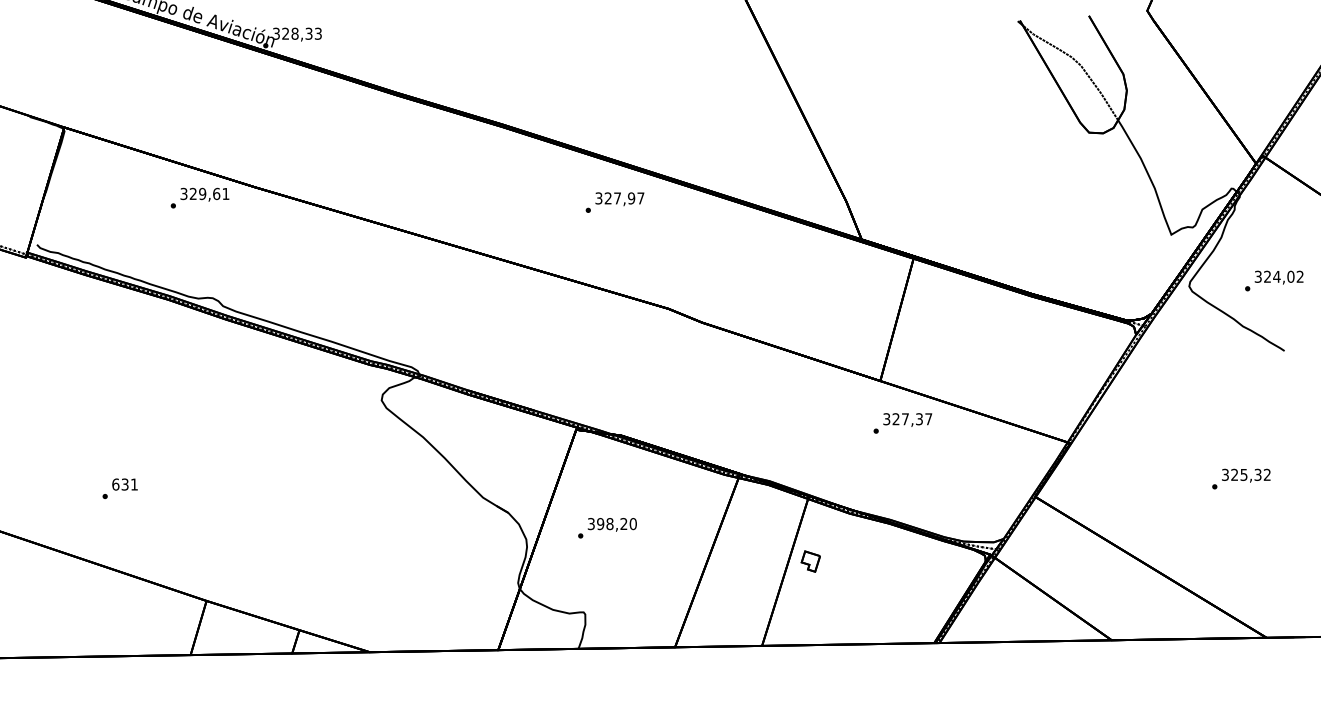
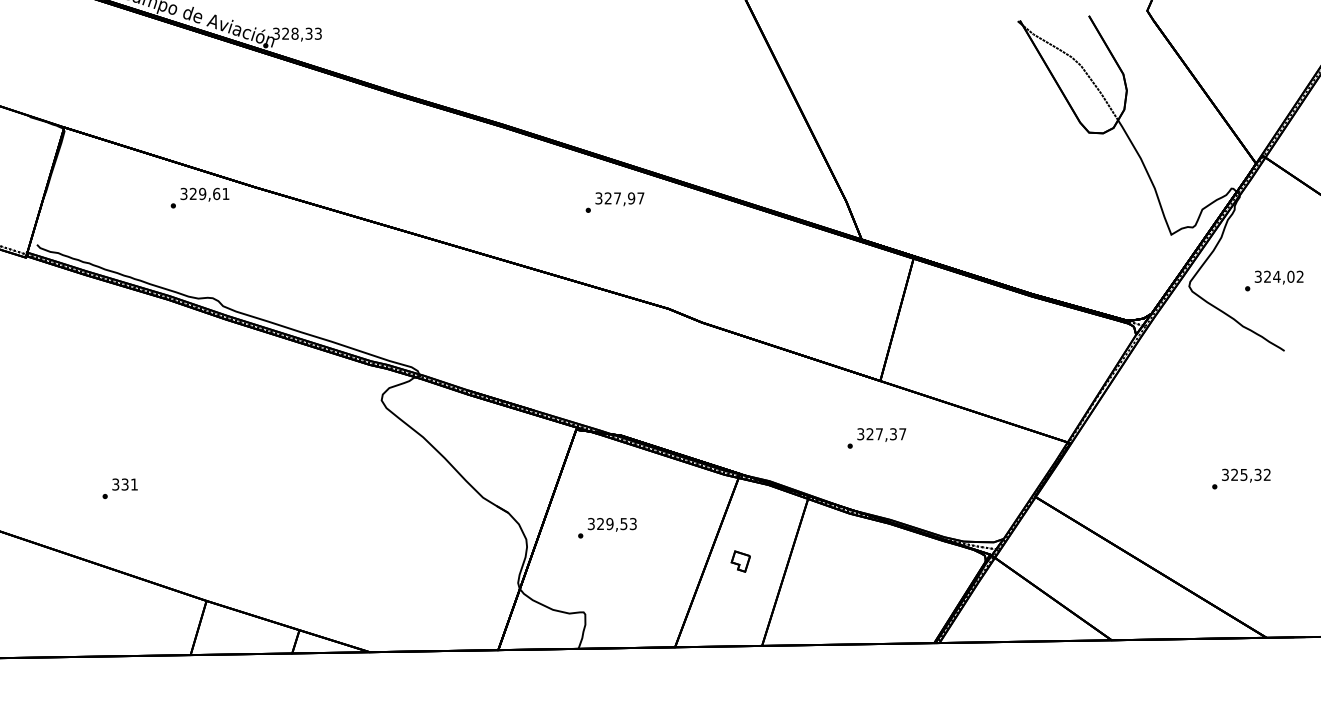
text at (902, 423) position: (902, 423) -> (876, 438)
text at (115, 484): 631 -> 331
text at (616, 524): 398,20 -> 329,53
part at (810, 561) position: (810, 561) -> (740, 561)
